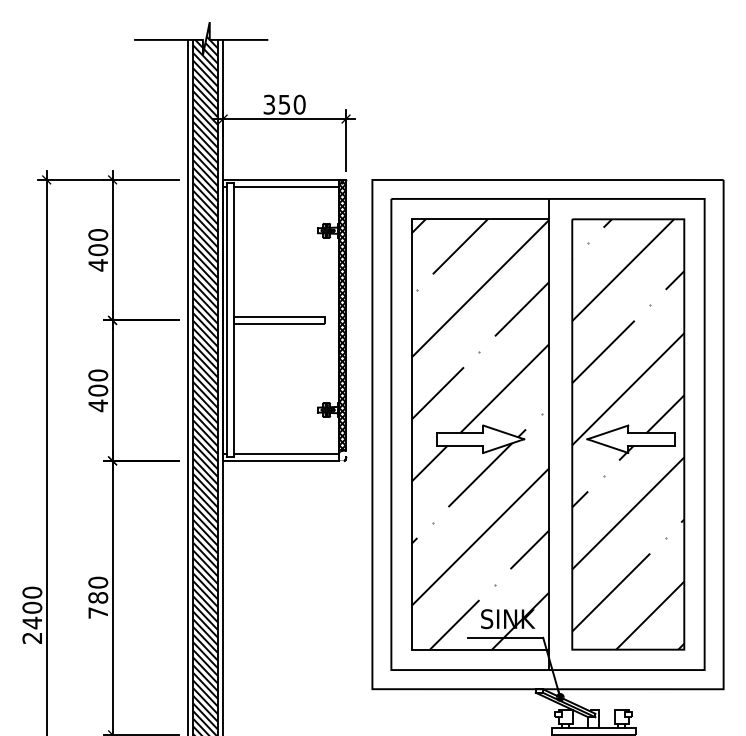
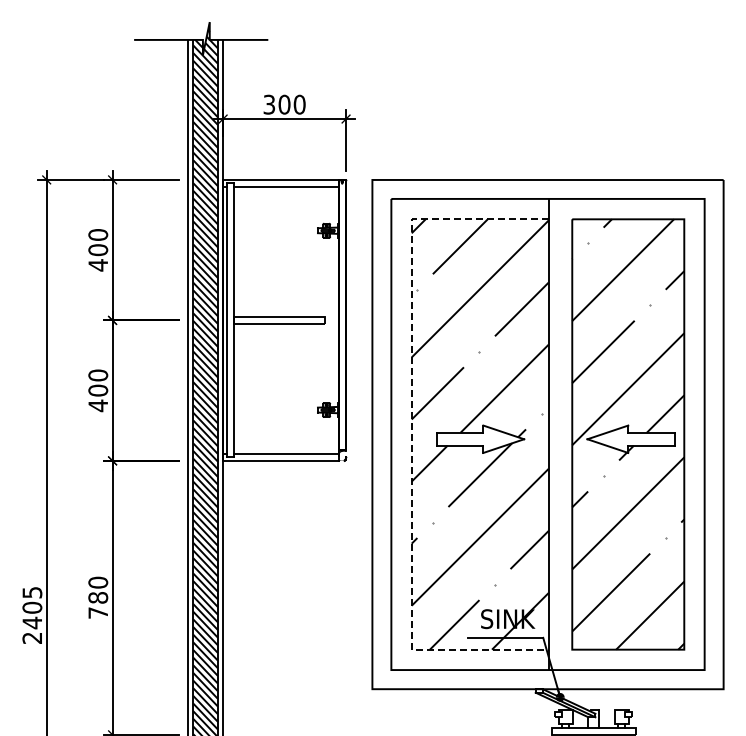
text at (284, 104): 350 -> 300
hatch at (342, 315): present -> none
line at (411, 435): solid -> dashed
text at (32, 592): 2400 -> 2405
